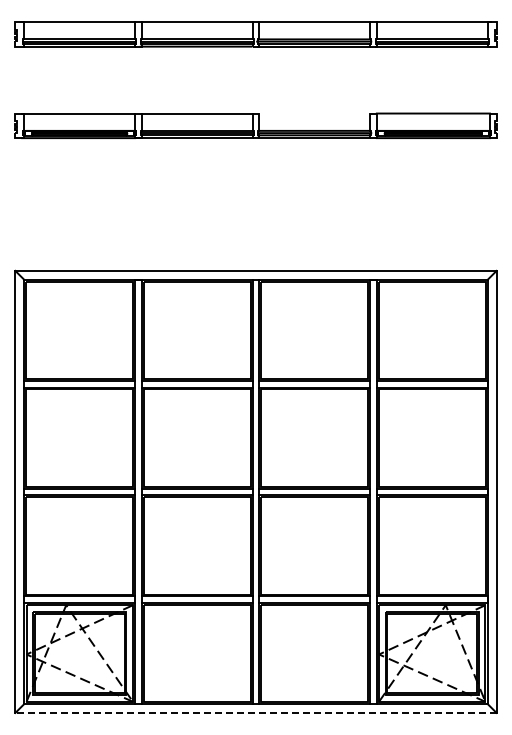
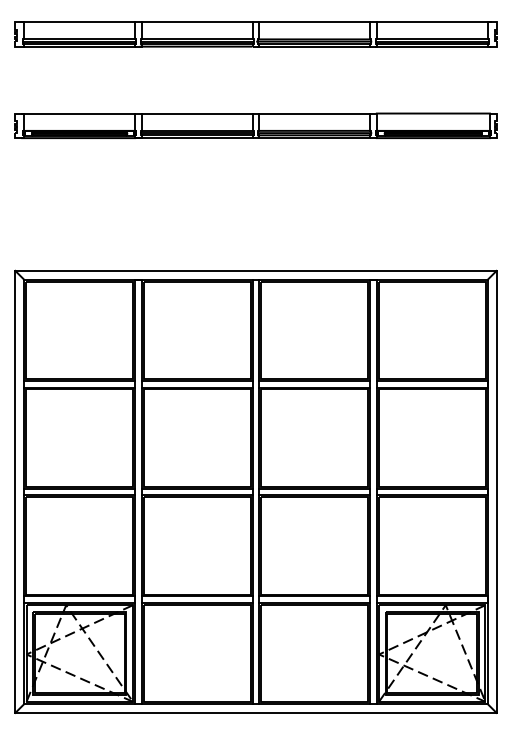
line at (314, 113): none -> present
line at (255, 712): dashed -> solid
